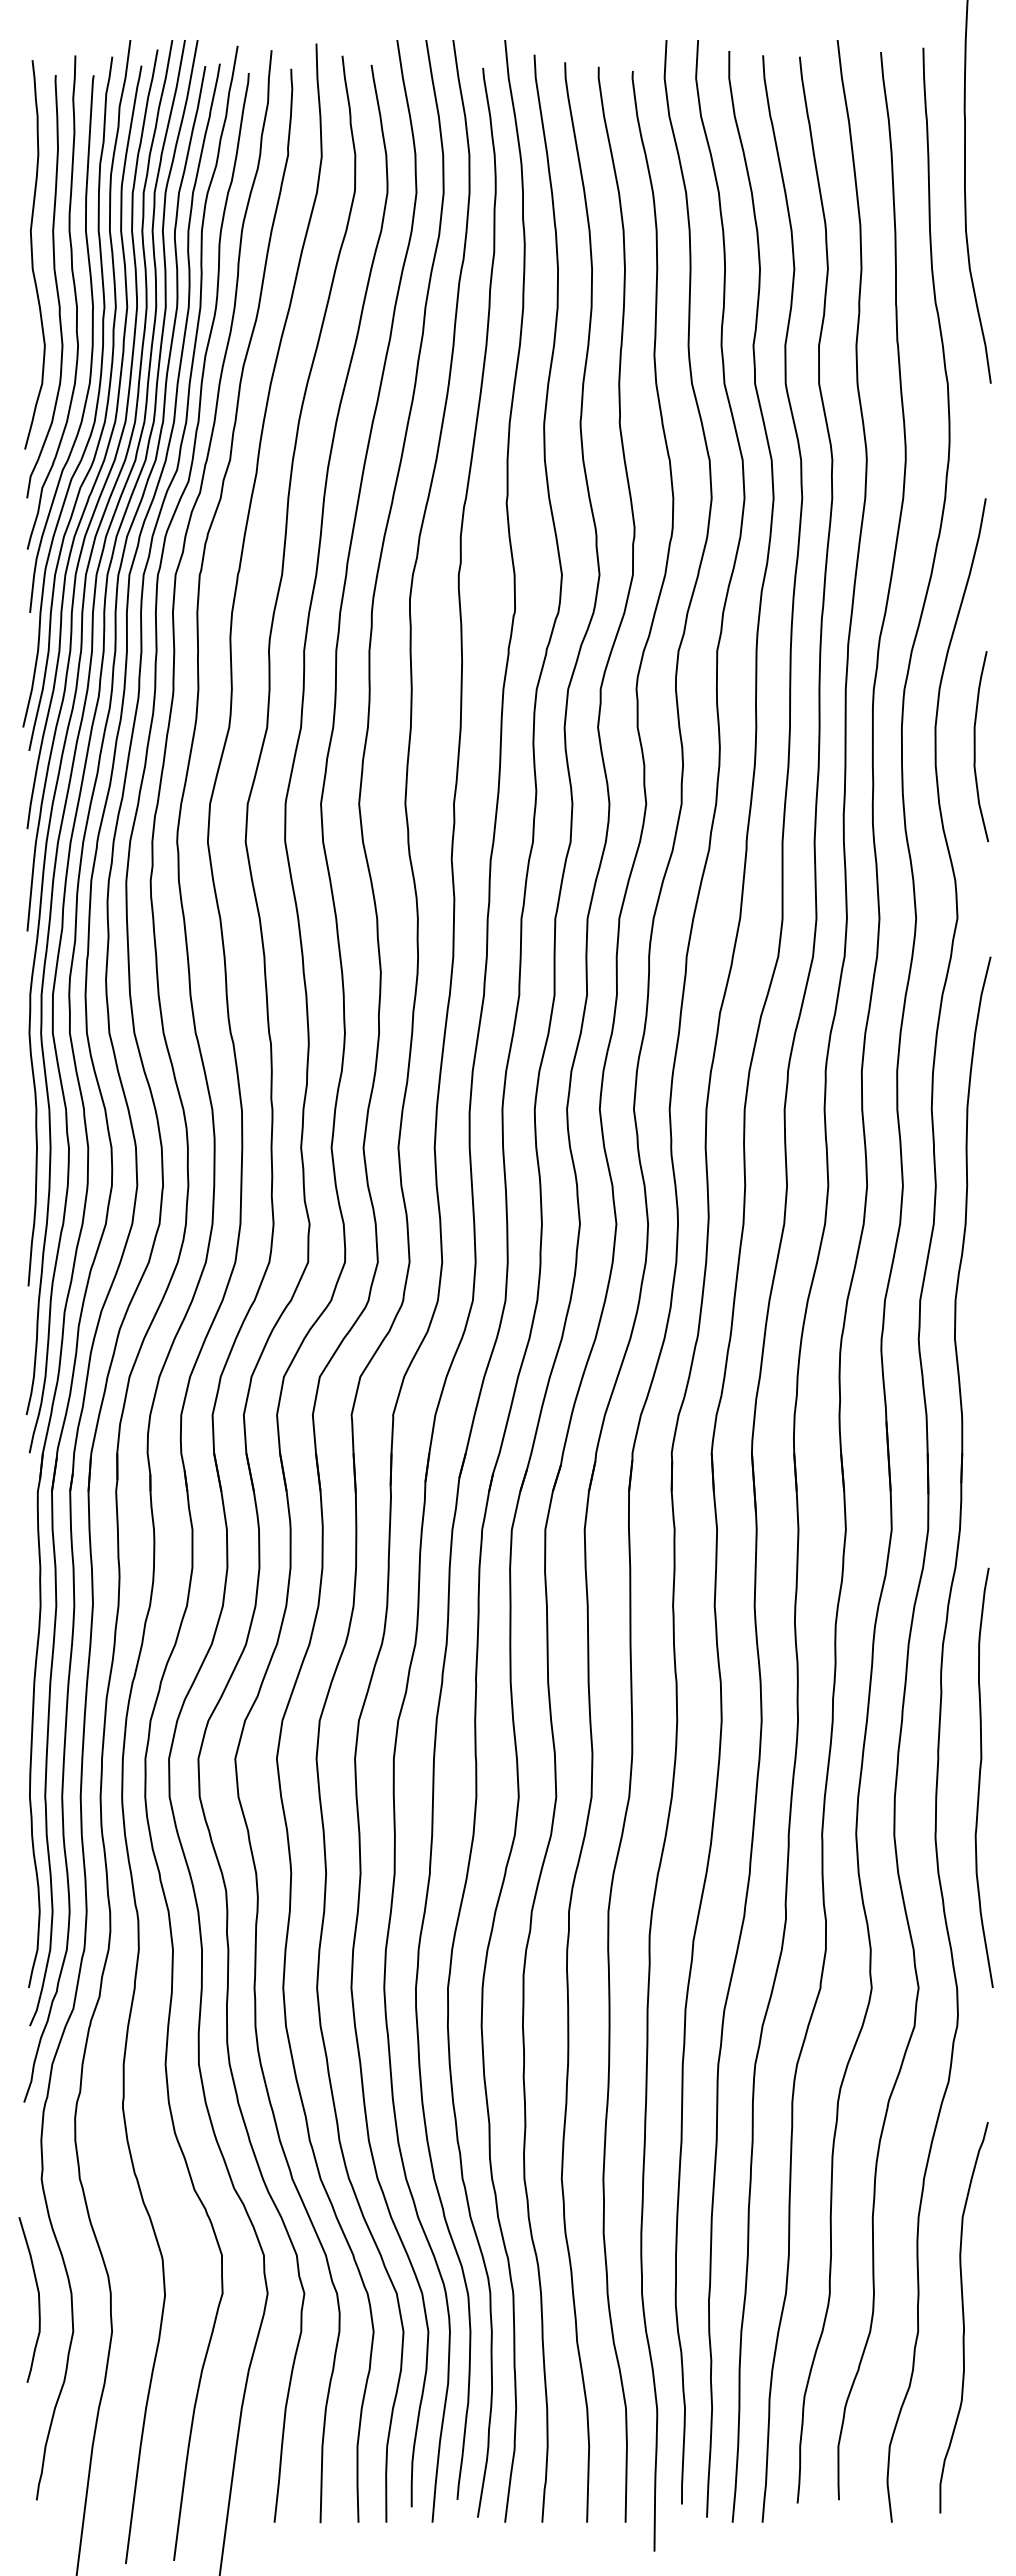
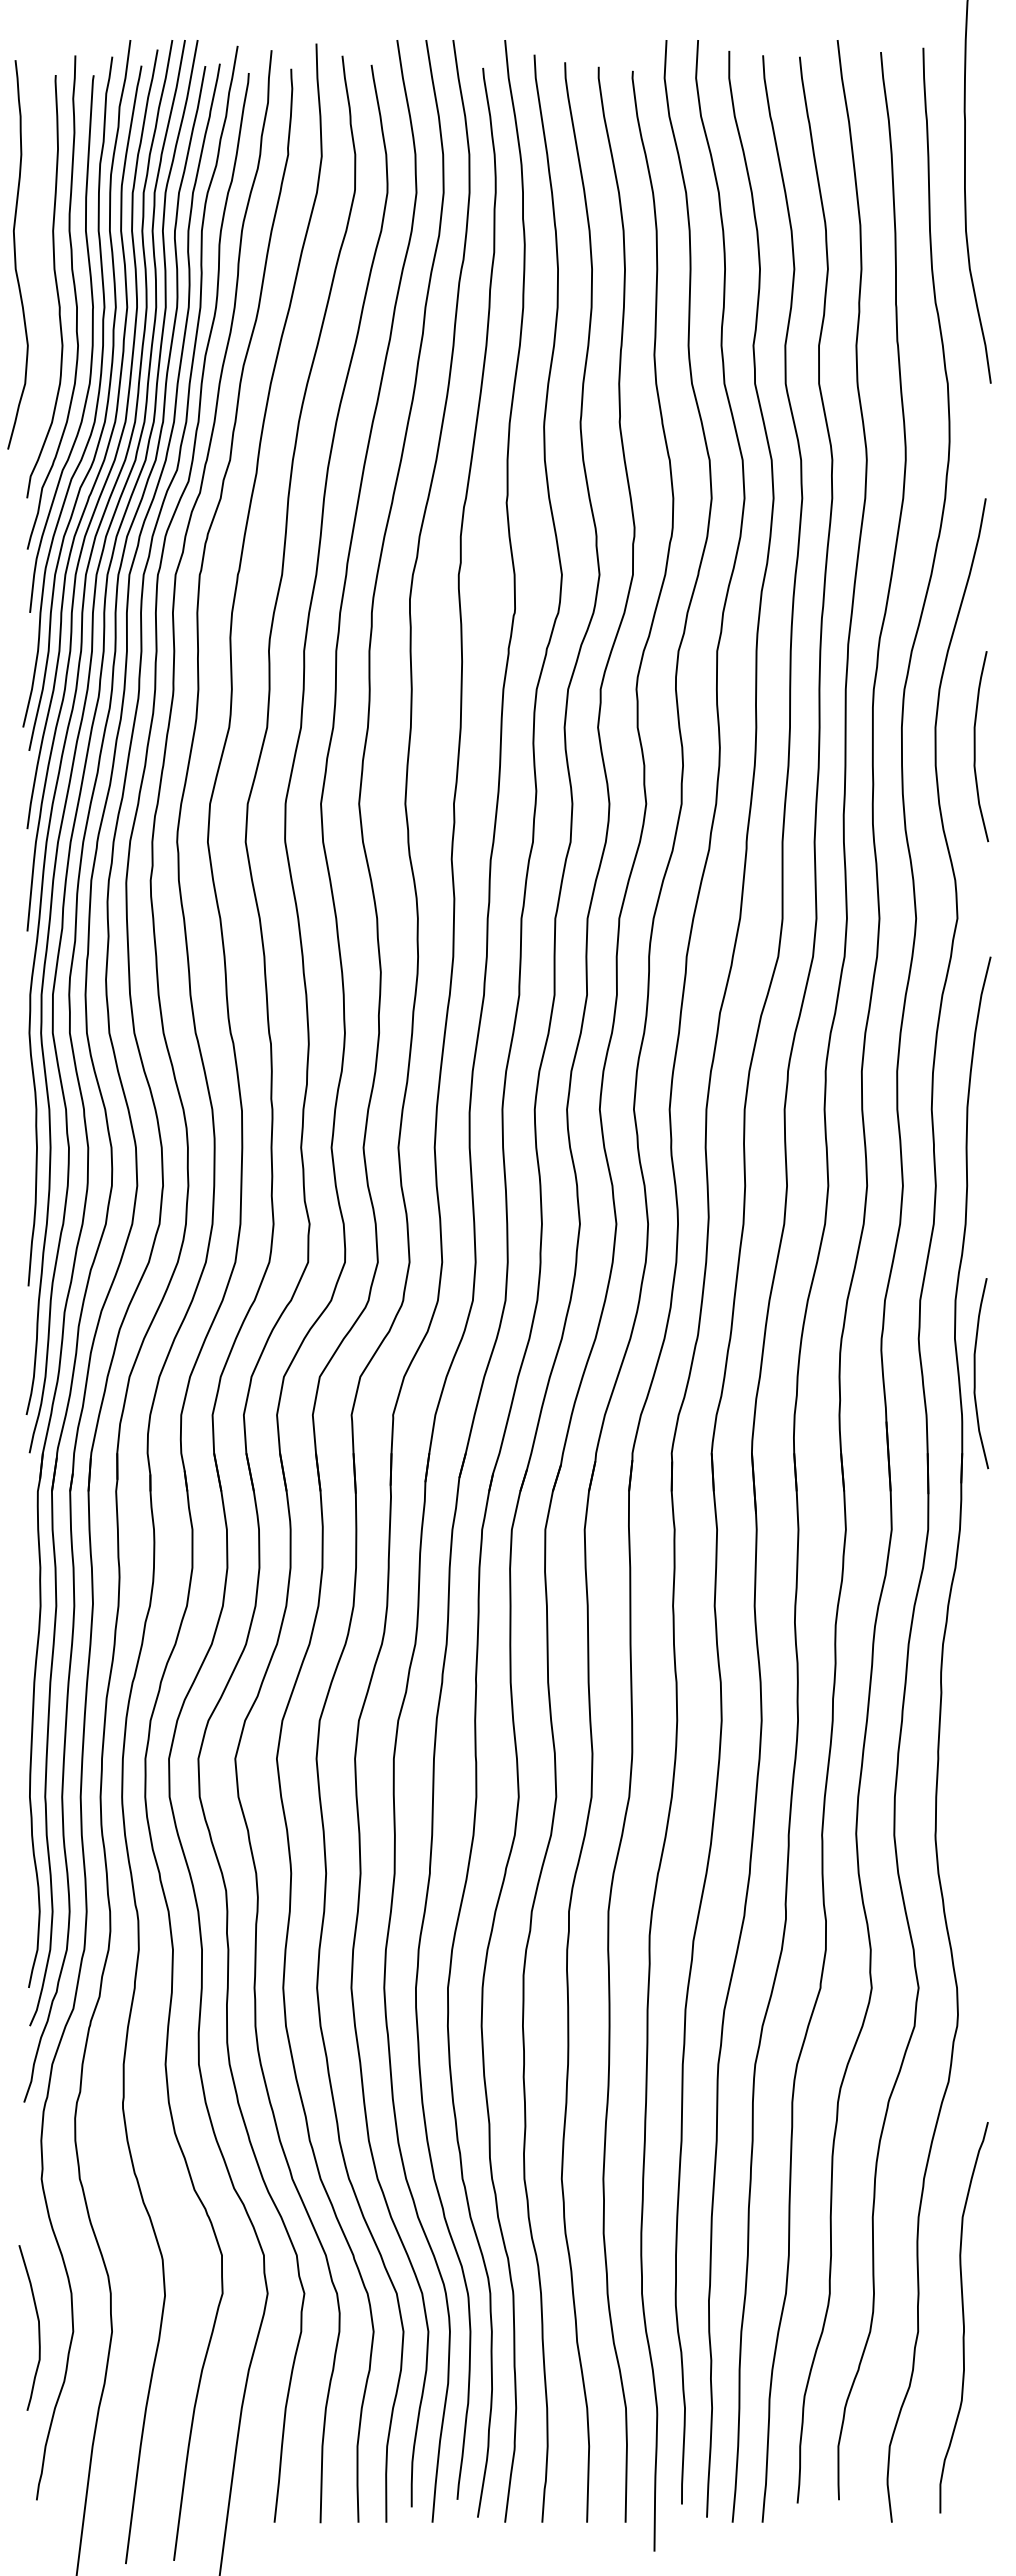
curve at (32, 254) position: (32, 254) -> (15, 254)
curve at (975, 1373): none -> present
curve at (980, 1777): present -> none
curve at (38, 2299) position: (38, 2299) -> (38, 2327)
